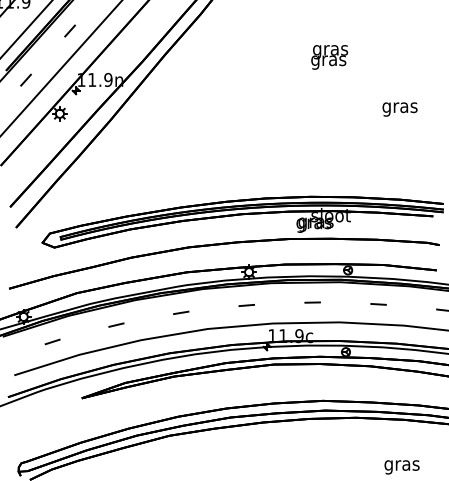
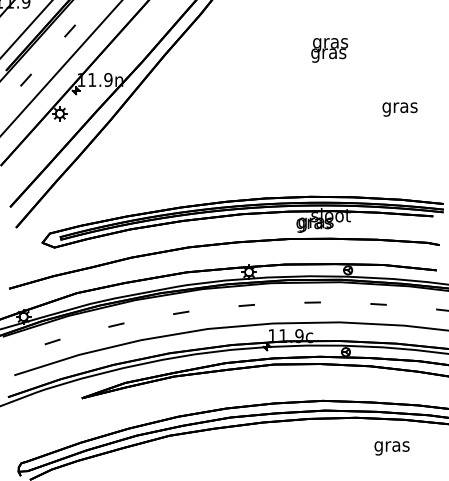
text at (329, 57) position: (329, 57) -> (329, 50)
text at (401, 467) position: (401, 467) -> (391, 448)
